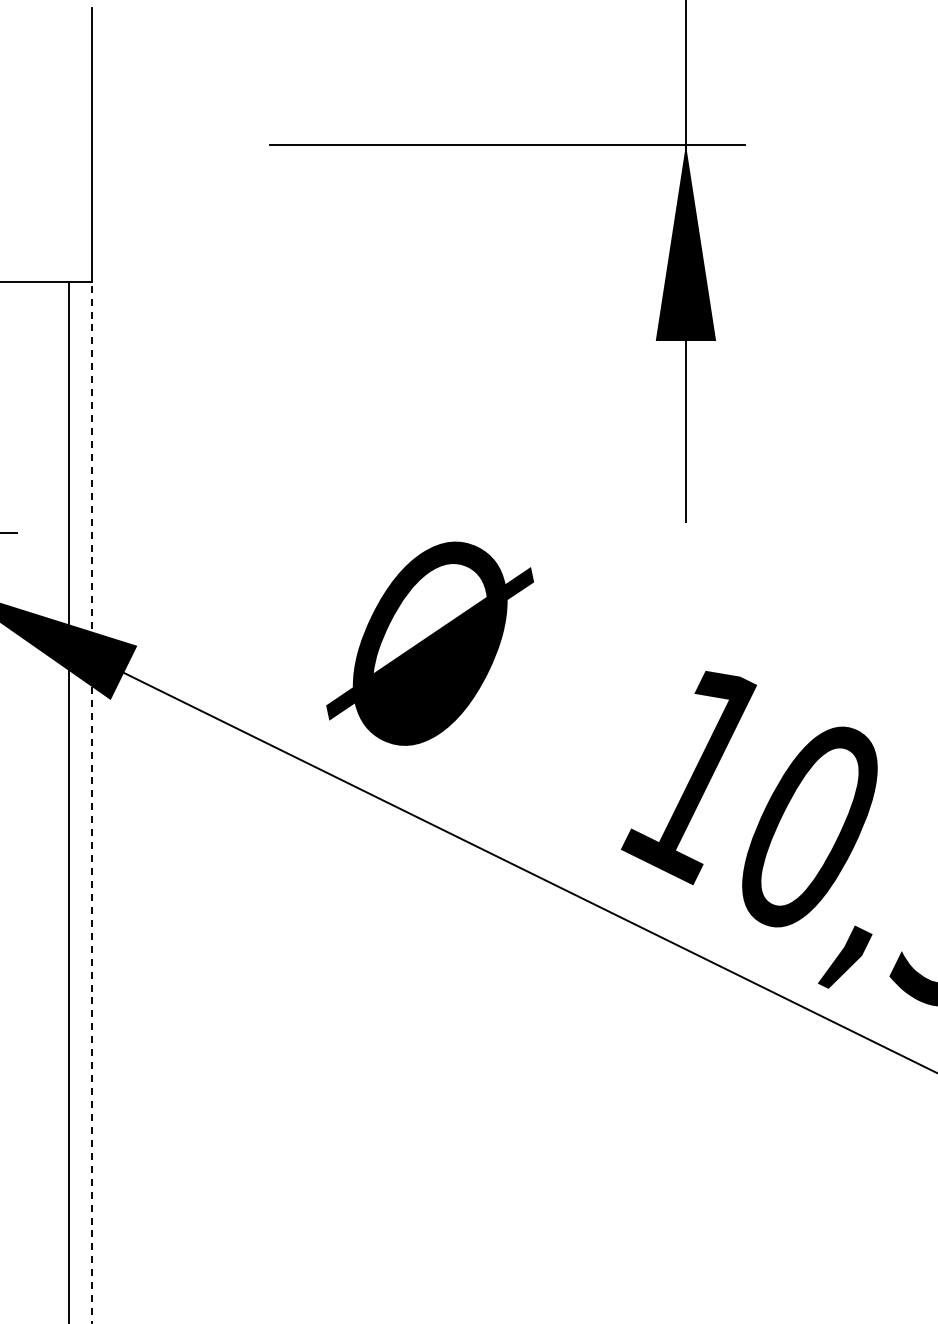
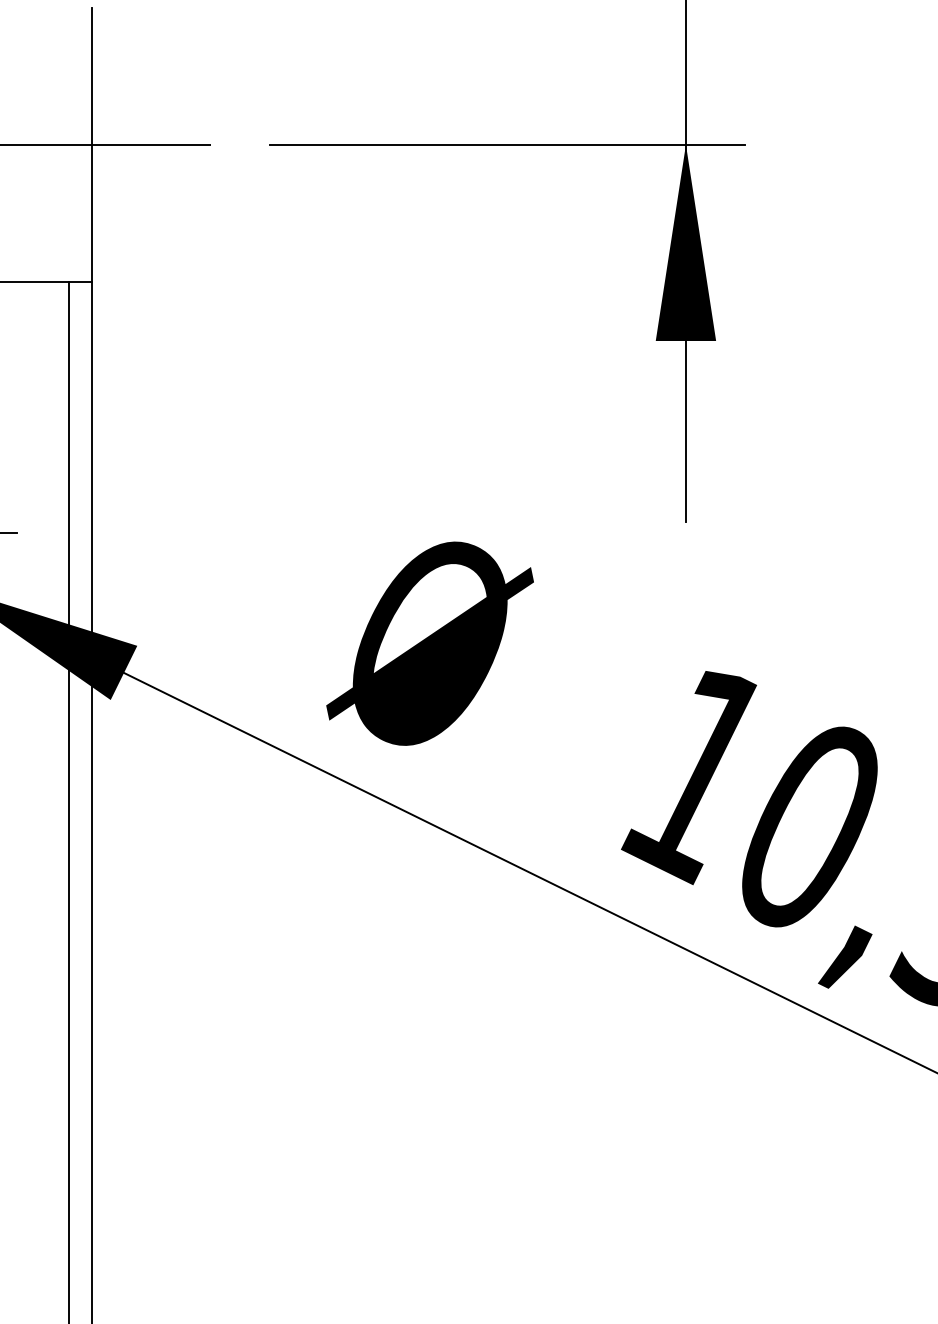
line at (106, 144): none -> present
line at (91, 802): dashed -> solid
